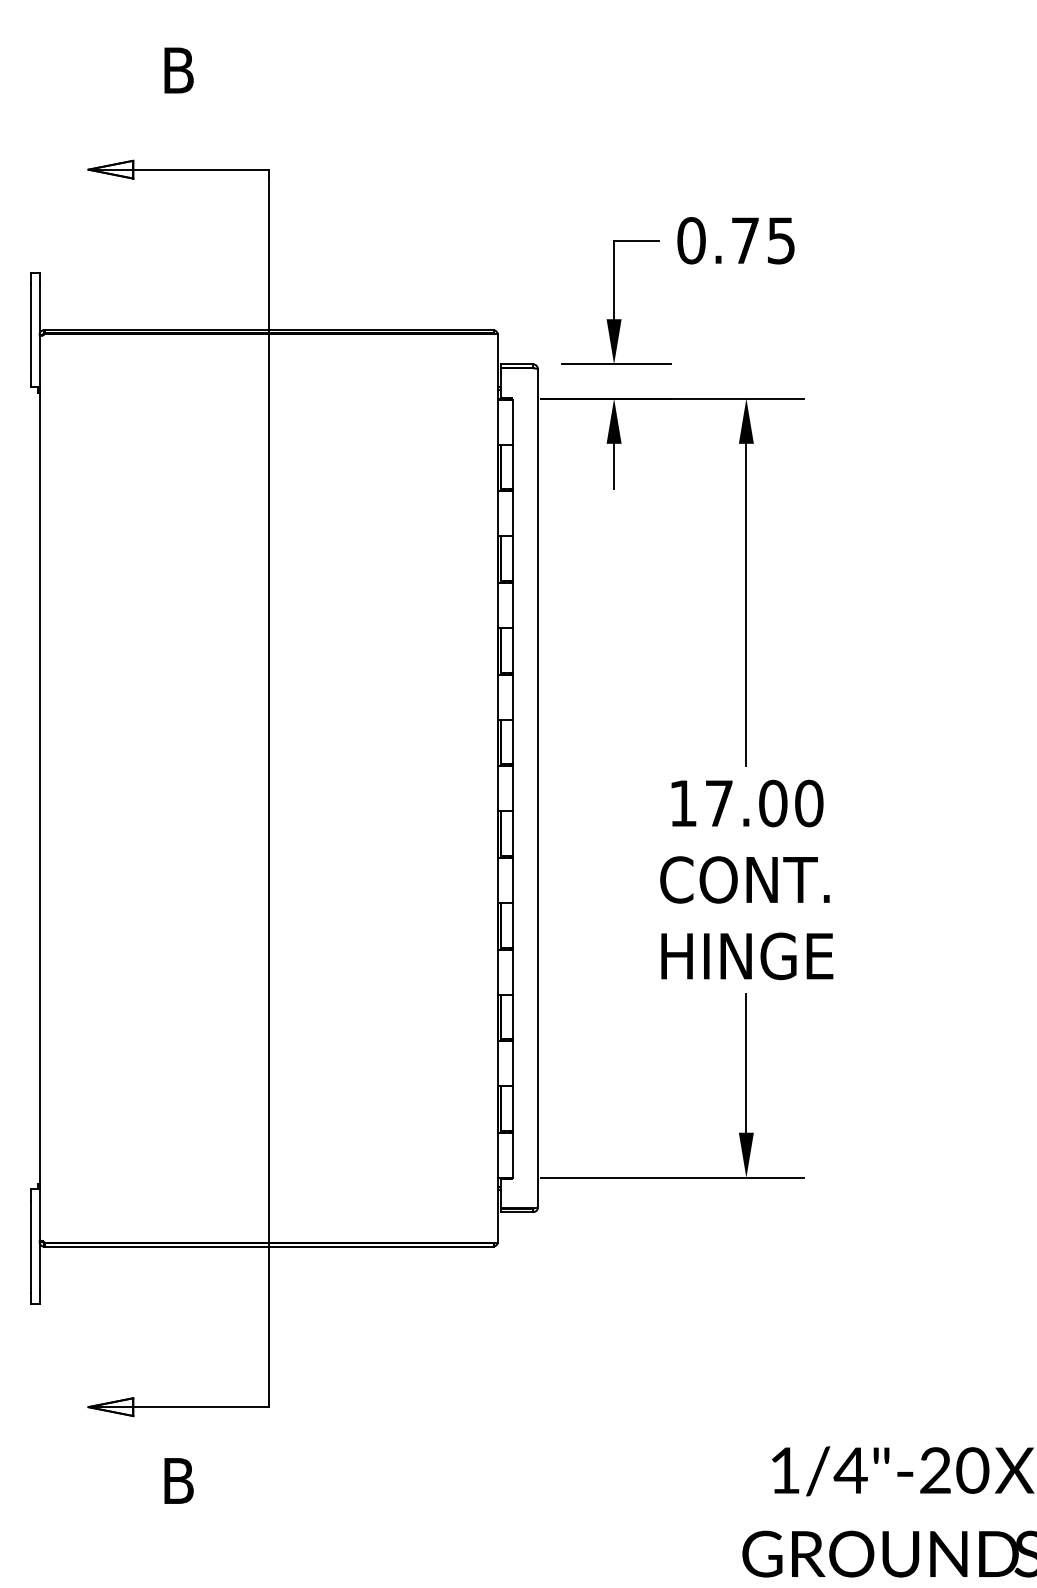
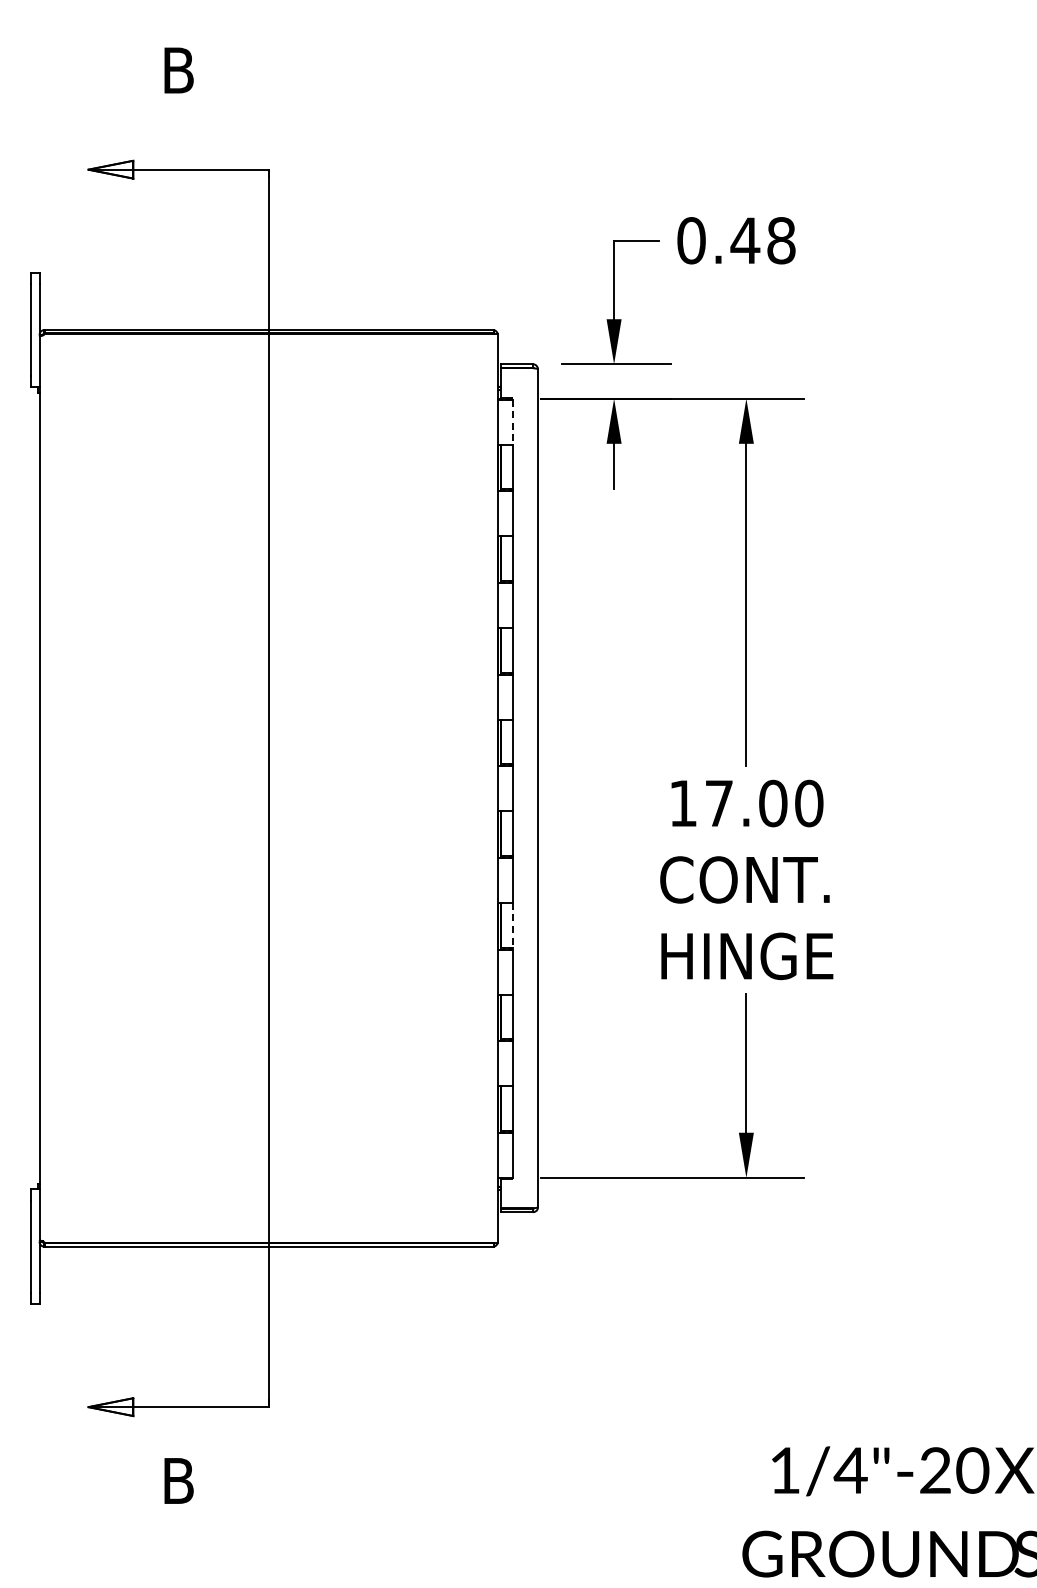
text at (762, 240): 0.75 -> 0.48
line at (512, 422): solid -> dashed
line at (512, 925): solid -> dashed
